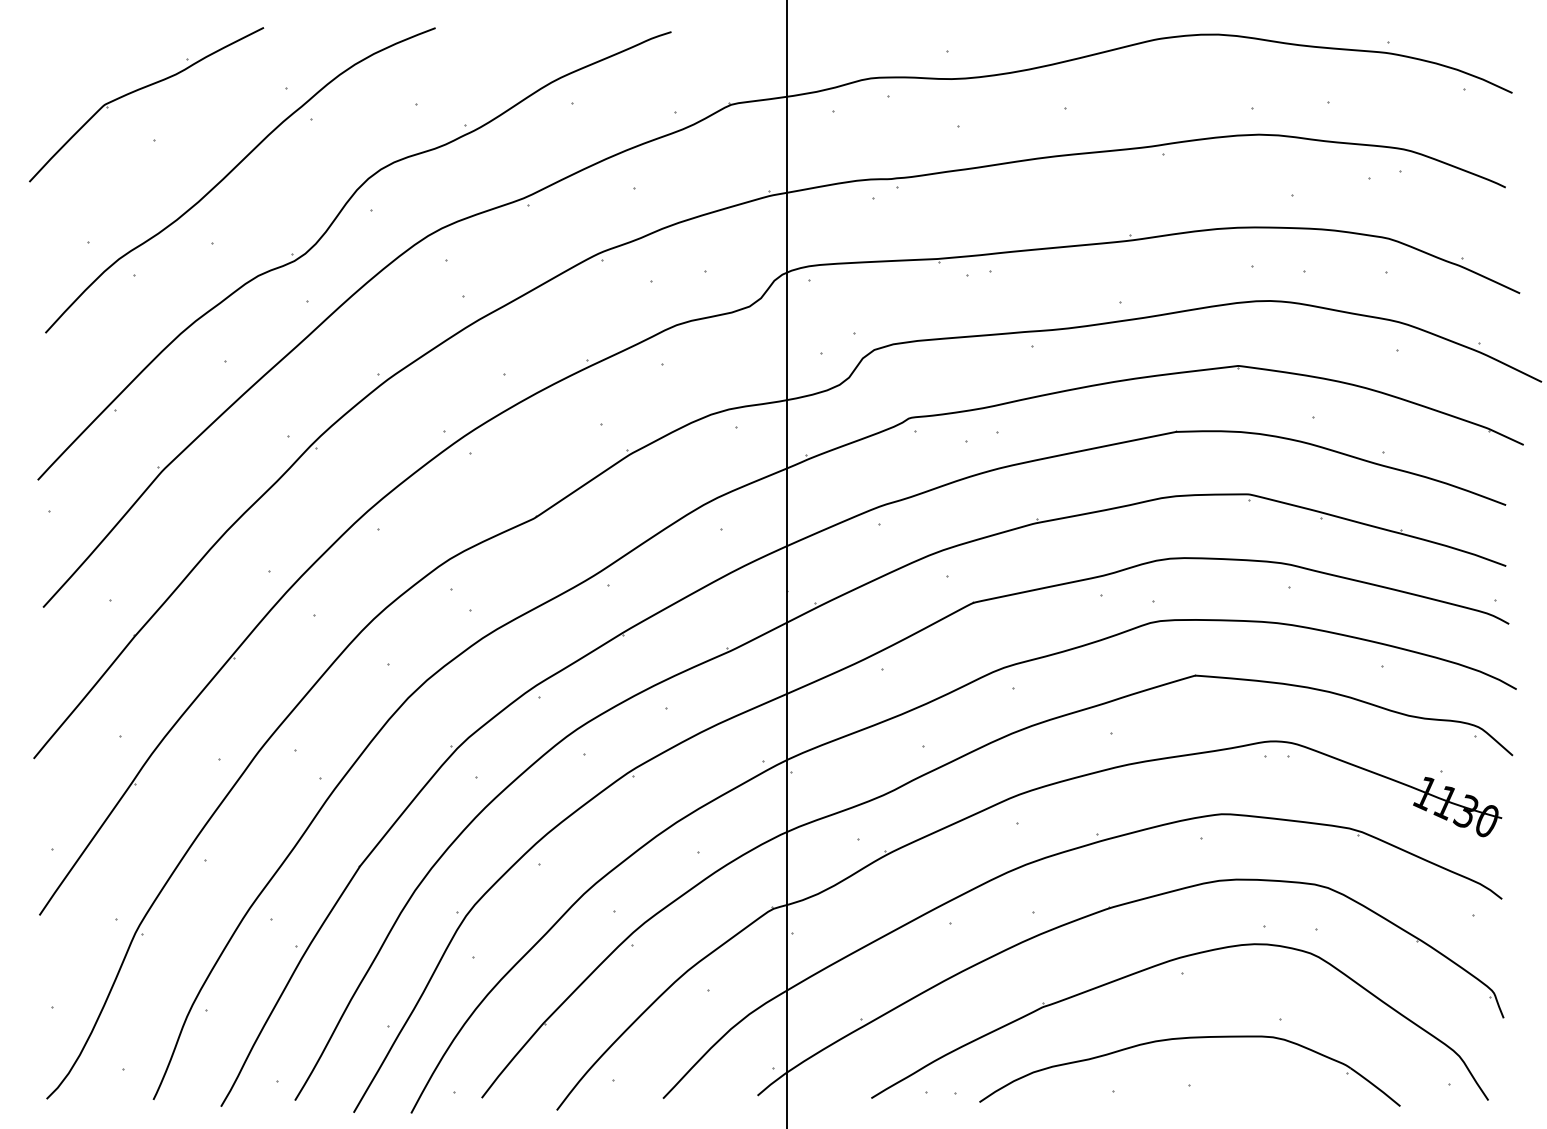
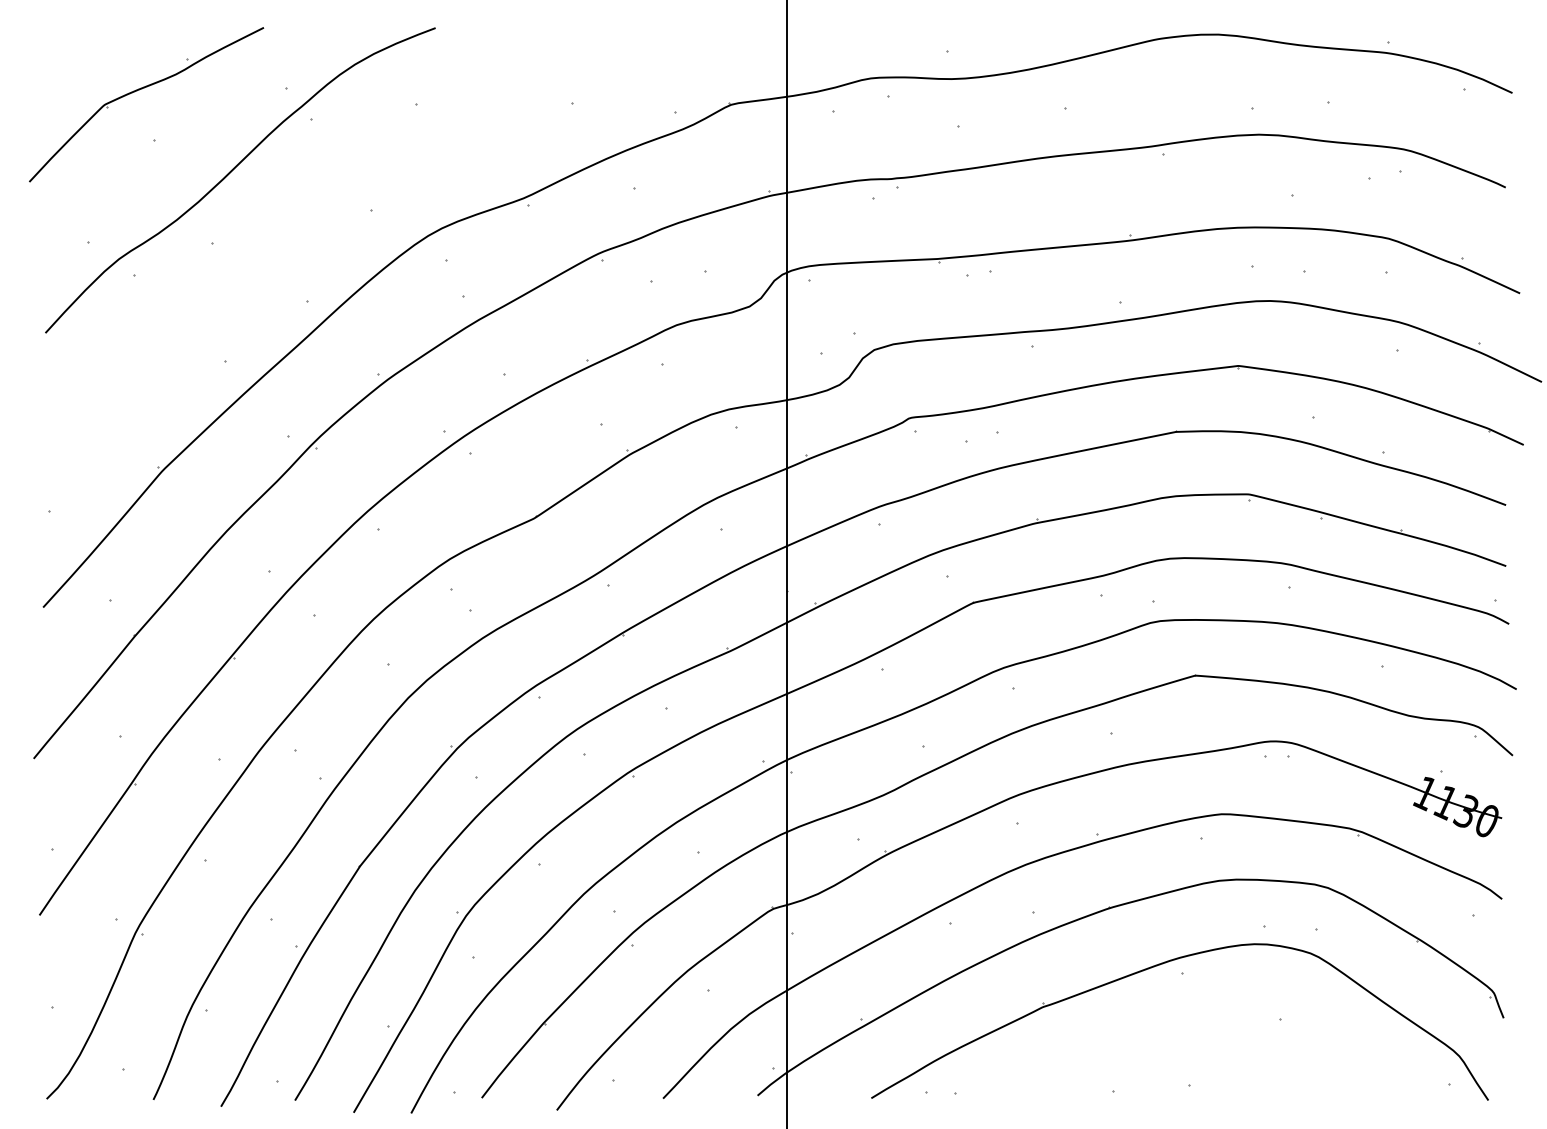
part at (324, 235): present -> none
part at (1183, 1039): present -> none
